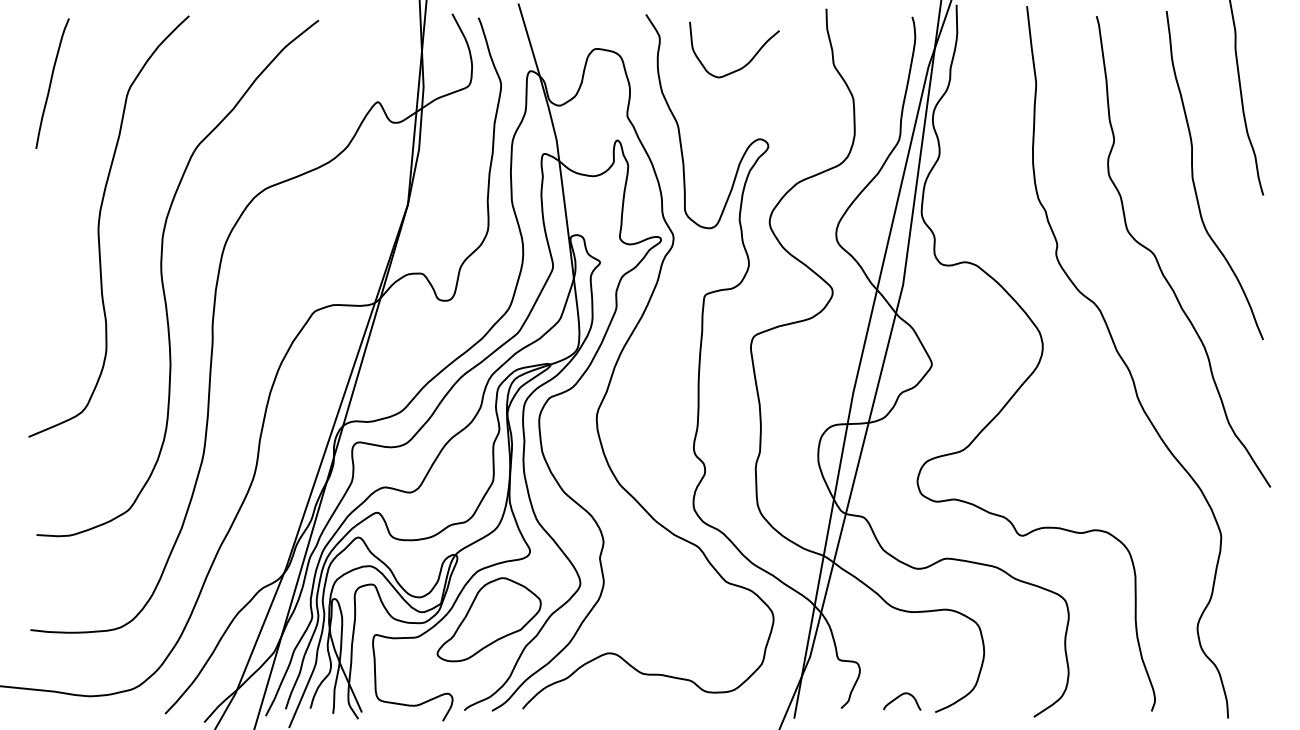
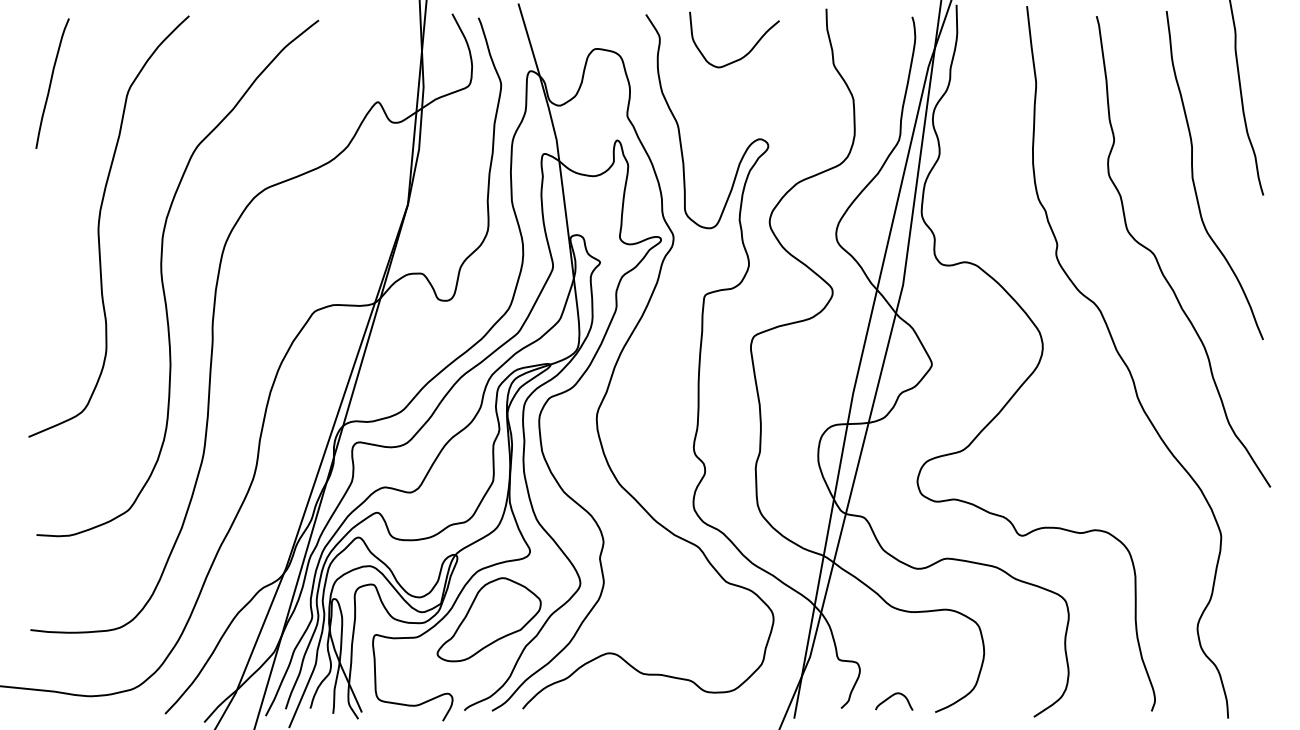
curve at (747, 62) position: (747, 62) -> (747, 52)
curve at (899, 697) position: (899, 697) -> (891, 697)
